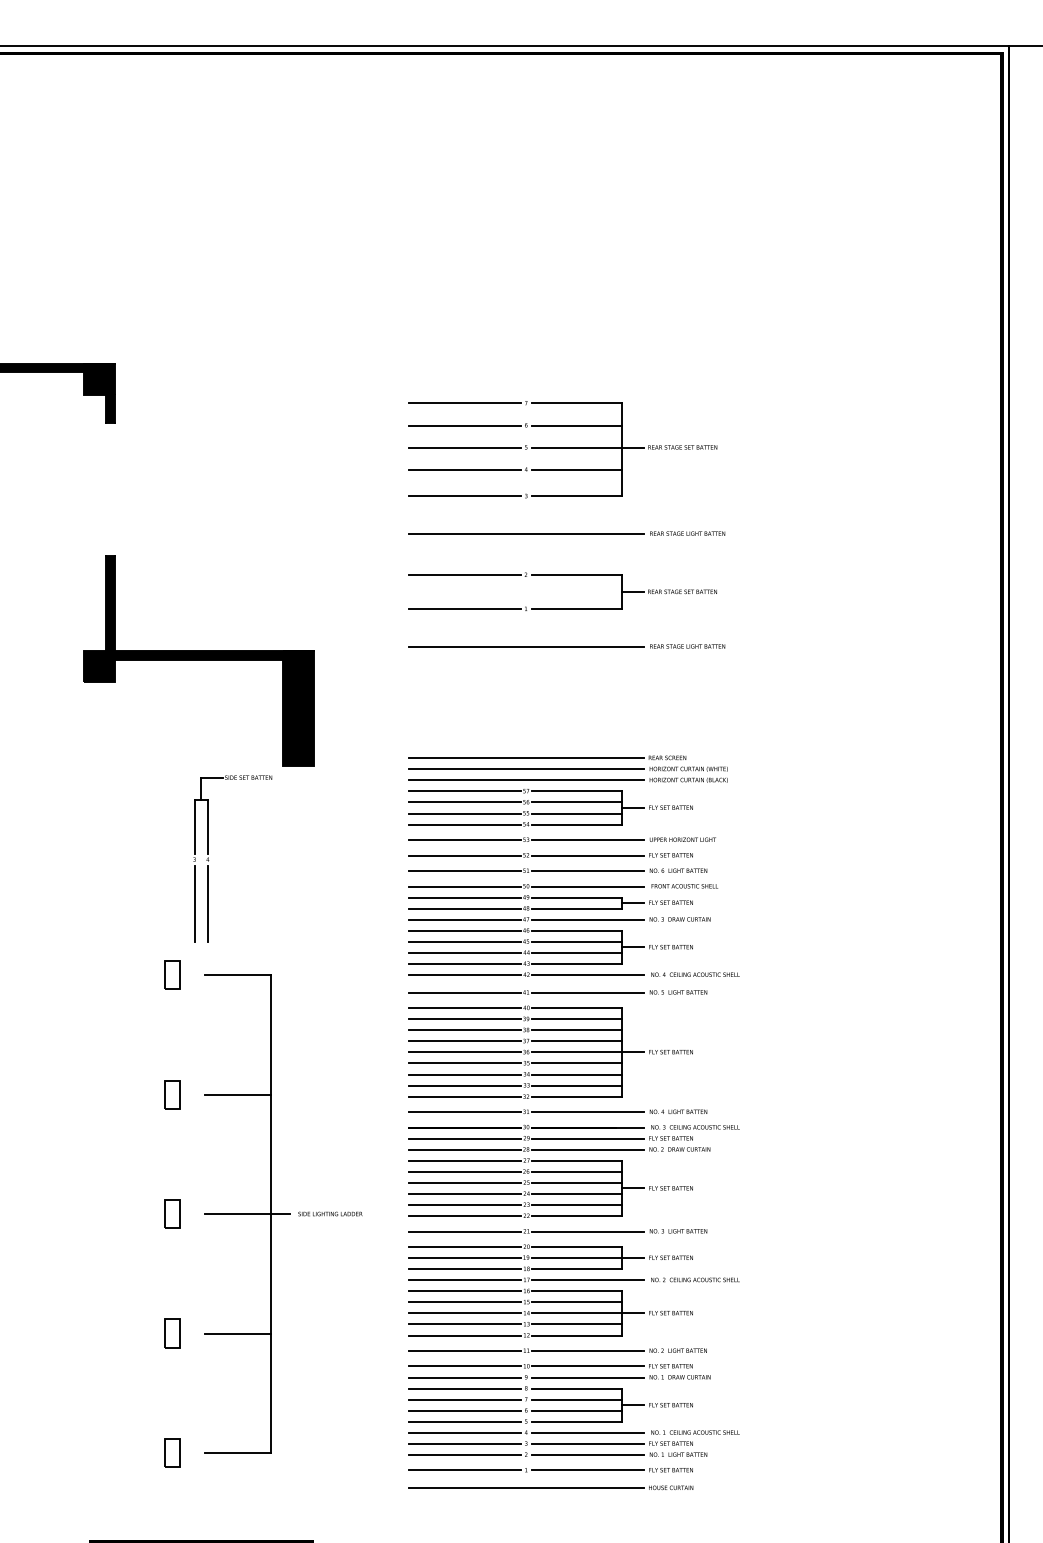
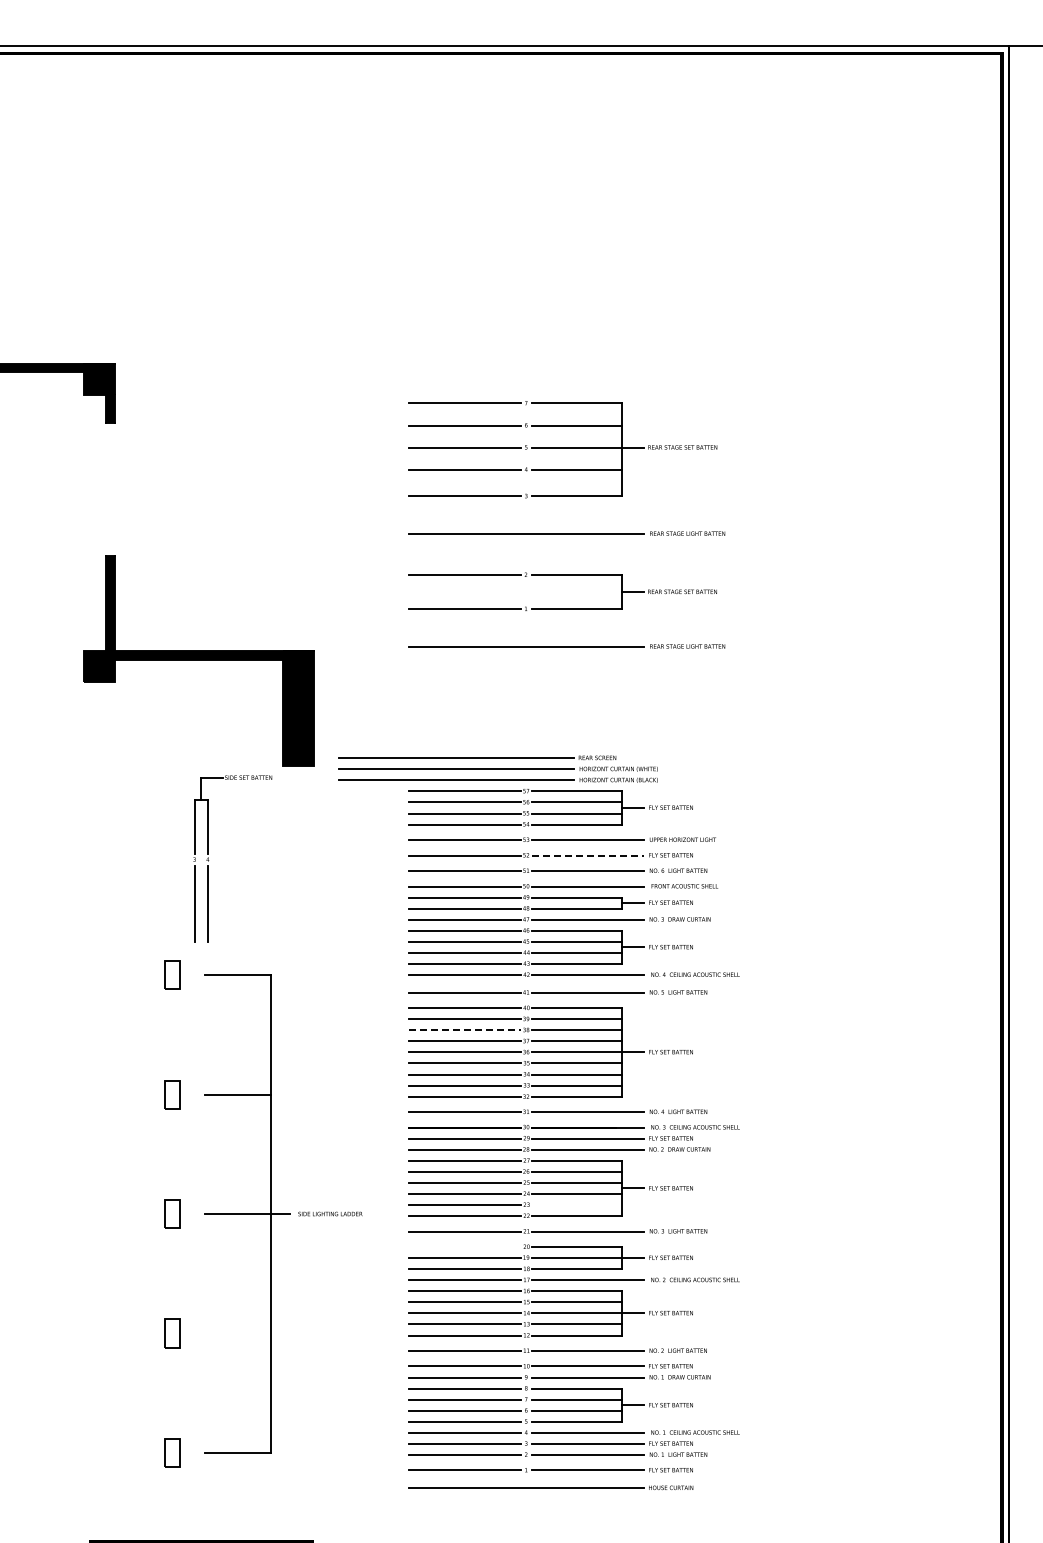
part at (567, 768) position: (567, 768) -> (497, 768)
line at (588, 855): solid -> dashed
line at (464, 1030): solid -> dashed
line at (576, 1205): present -> none
line at (464, 1247): present -> none
line at (237, 1333): present -> none
